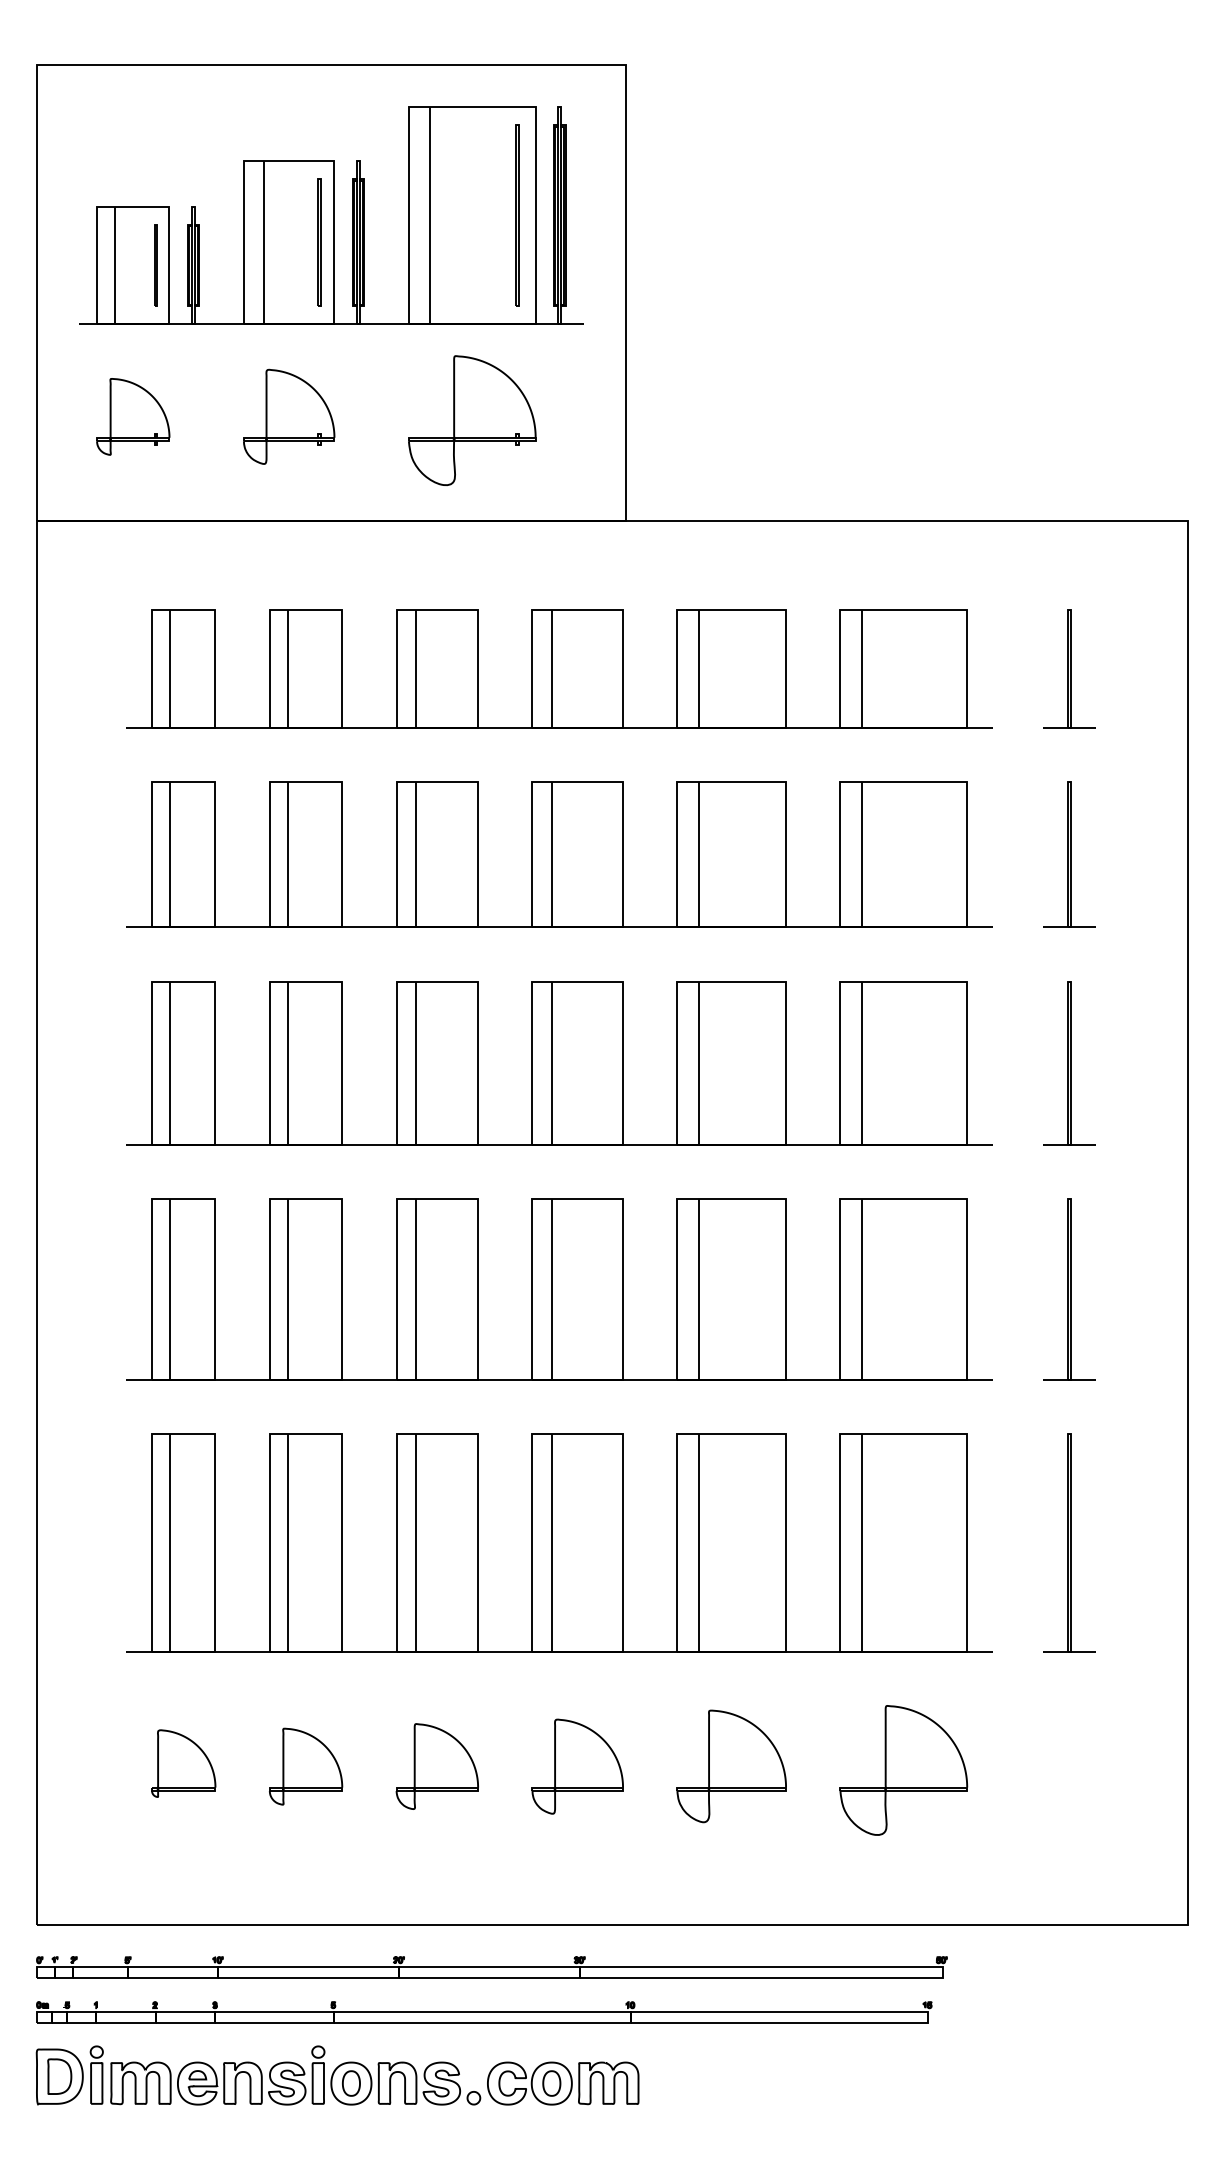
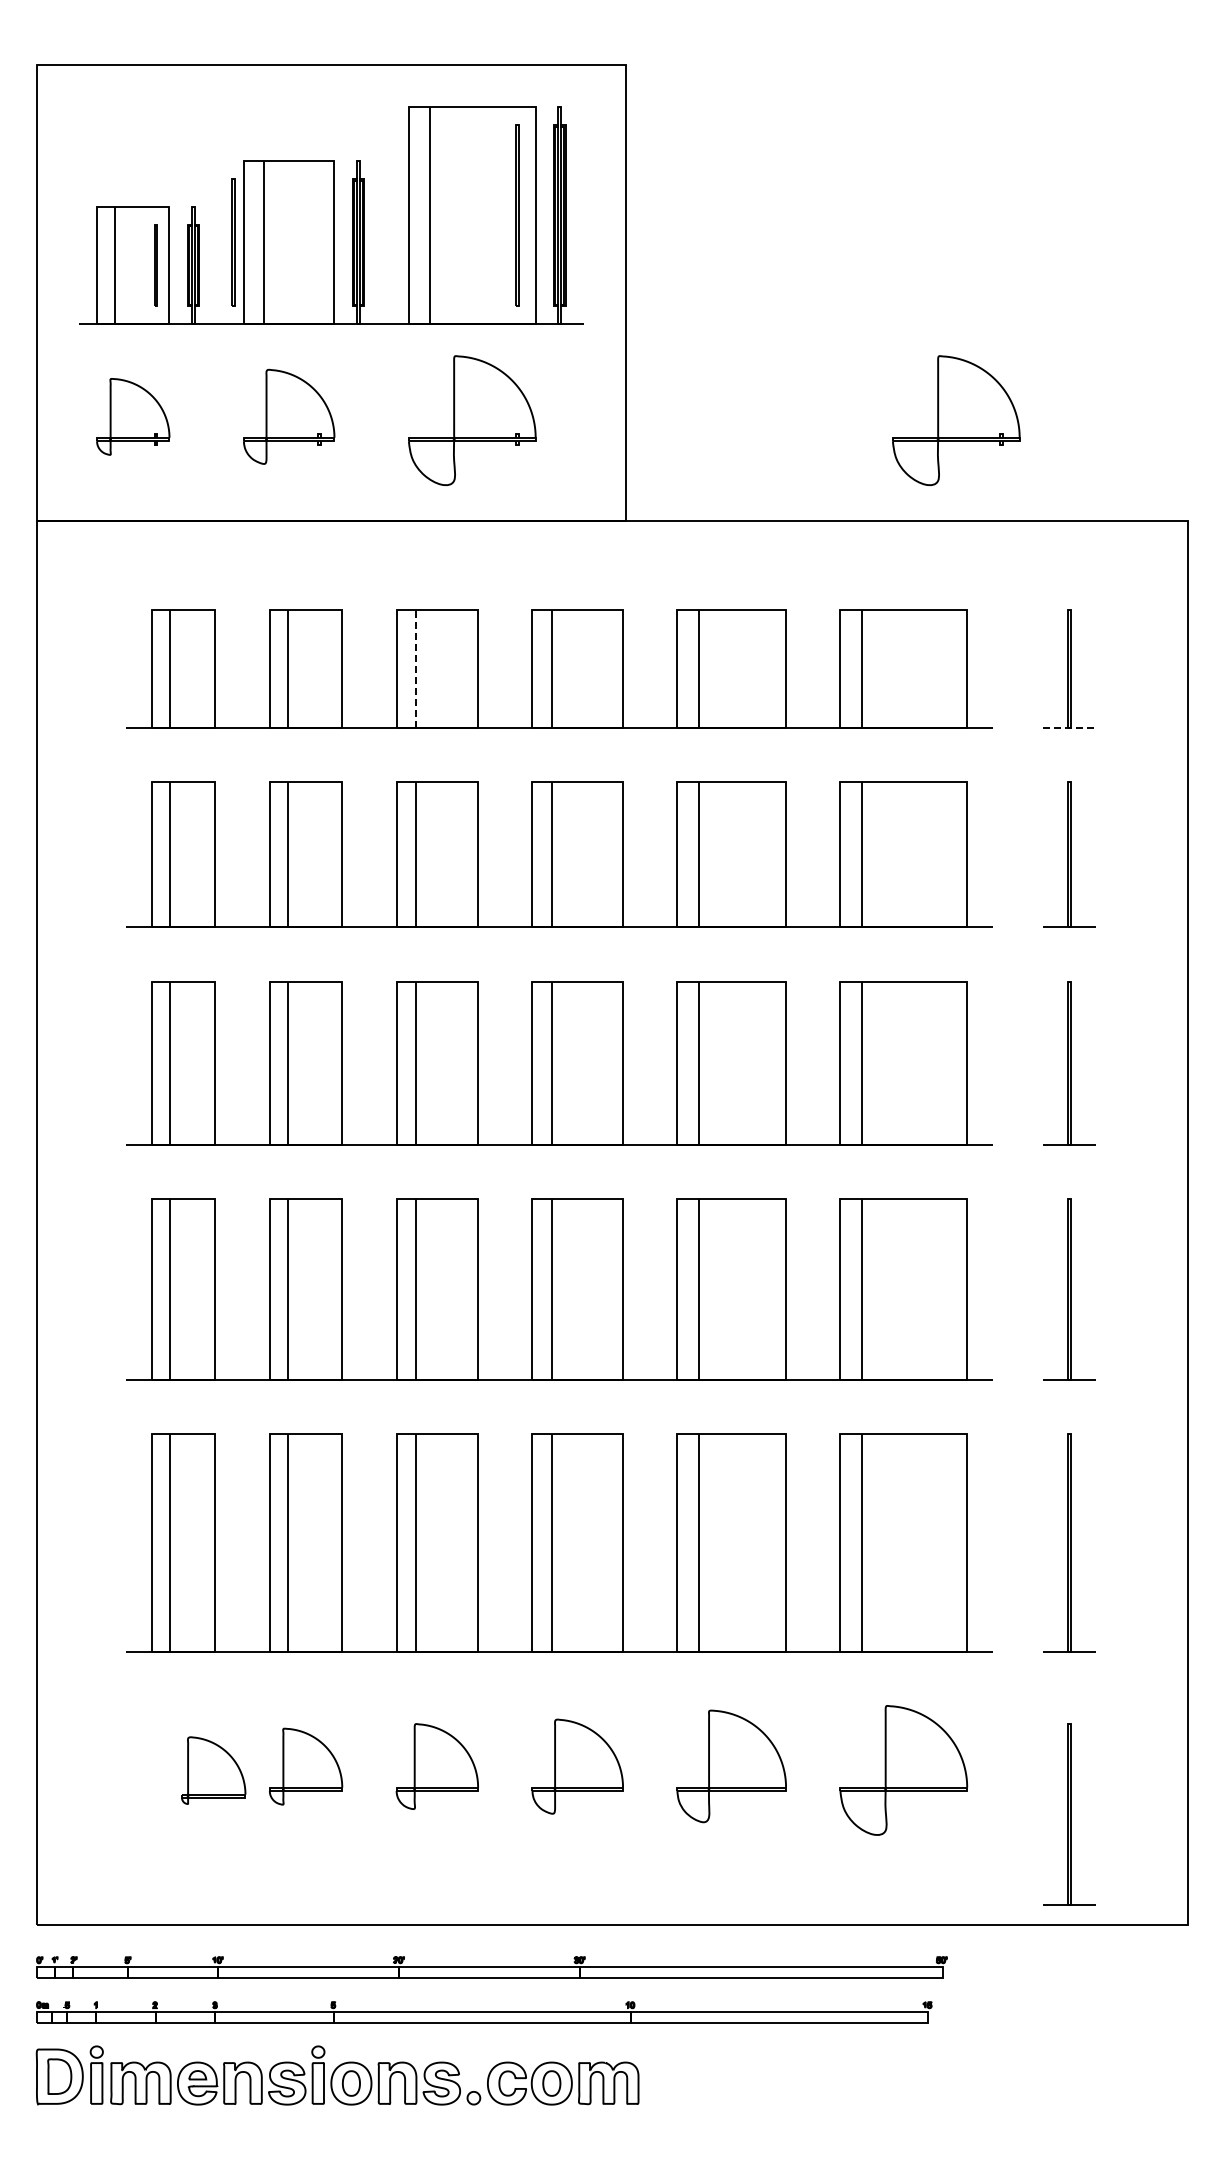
line at (318, 242) position: (318, 242) -> (232, 242)
part at (956, 420): none -> present
line at (416, 669): solid -> dashed
line at (1069, 727): solid -> dashed
part at (183, 1763) position: (183, 1763) -> (213, 1770)
part at (1069, 1814): none -> present
